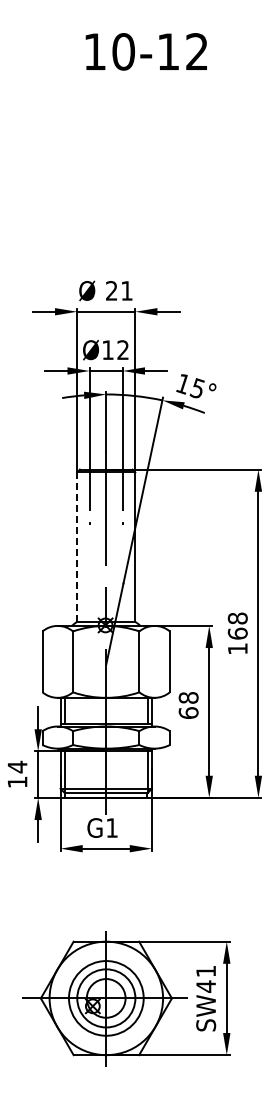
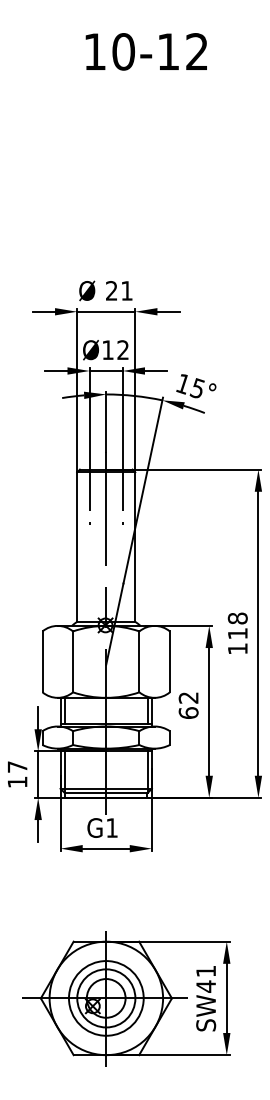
line at (77, 547): dashed -> solid
text at (237, 633): 168 -> 118
text at (188, 697): 68 -> 62
text at (17, 766): 14 -> 17
